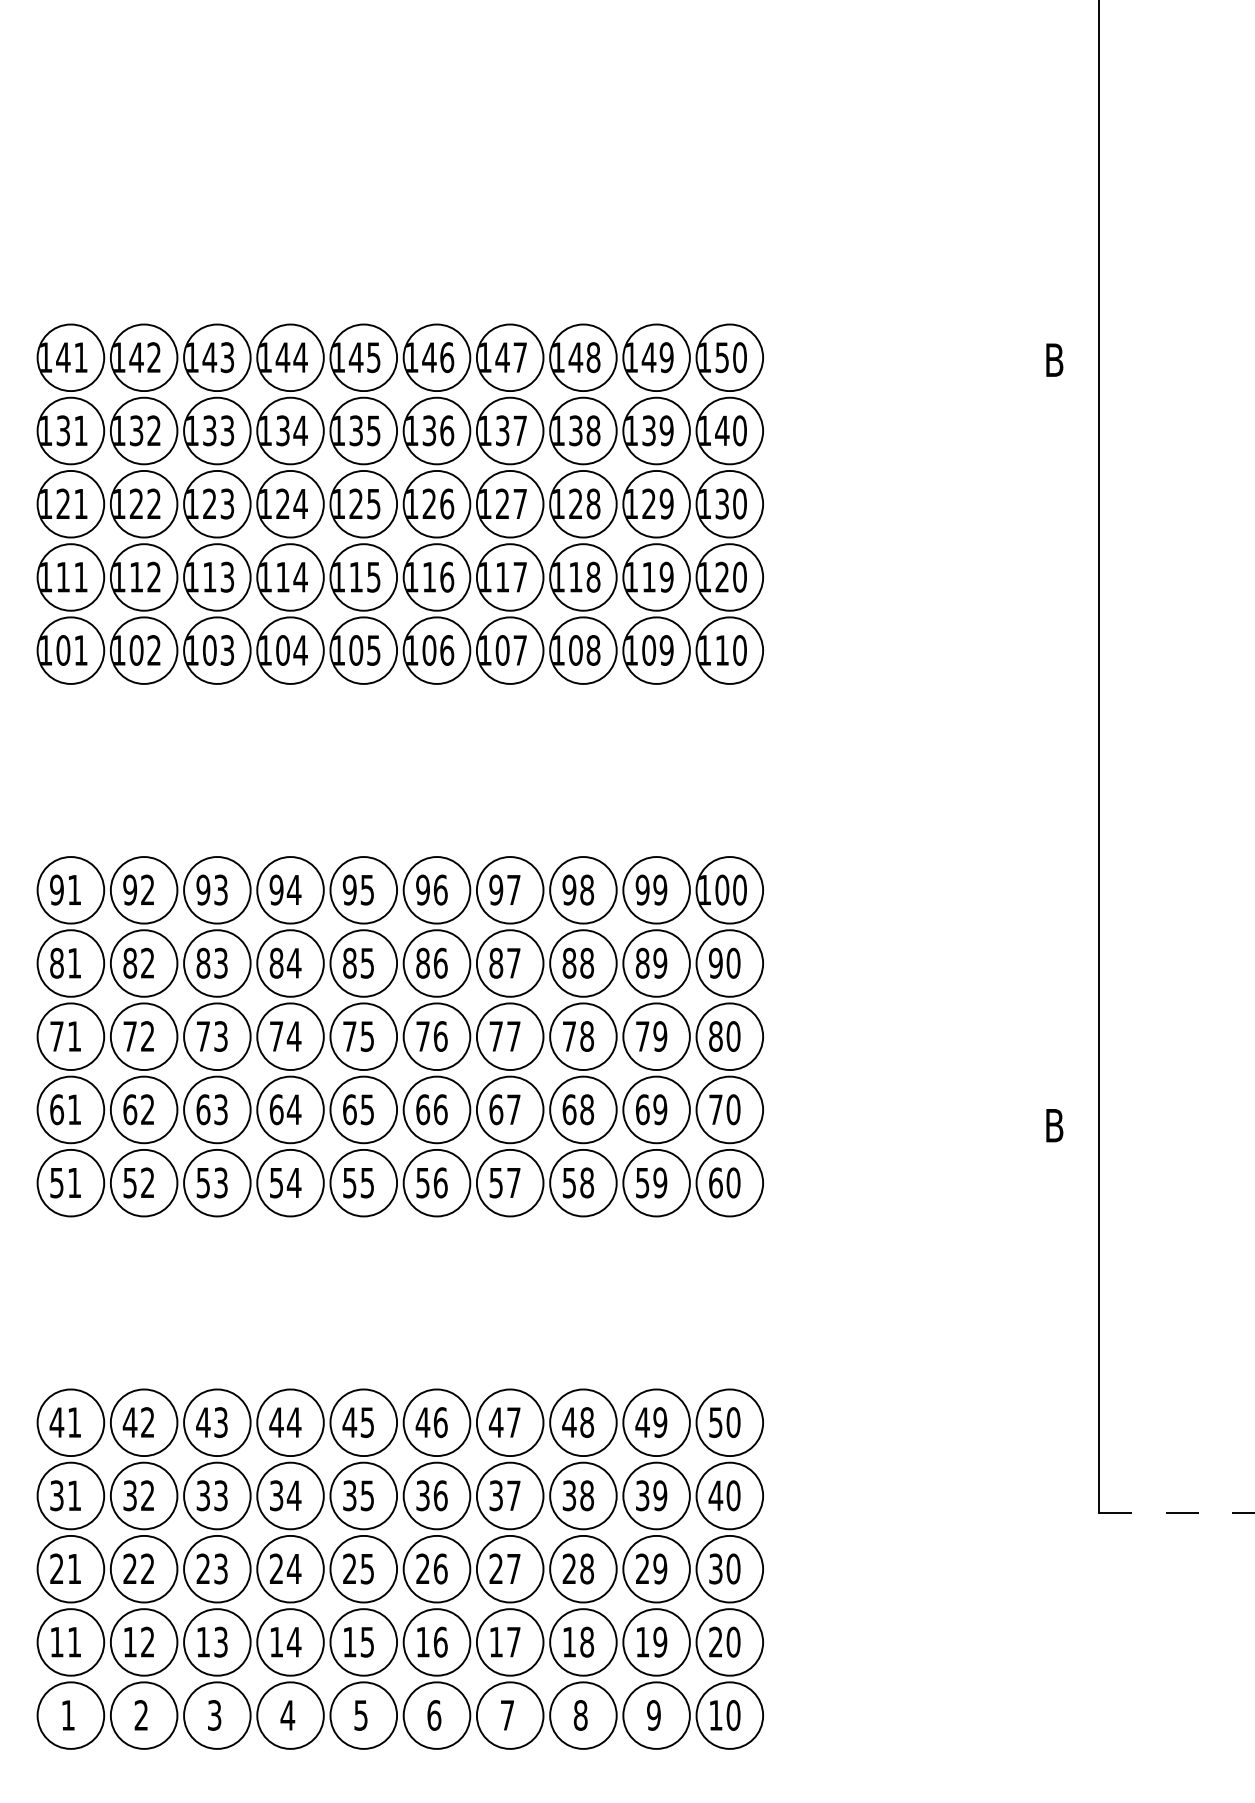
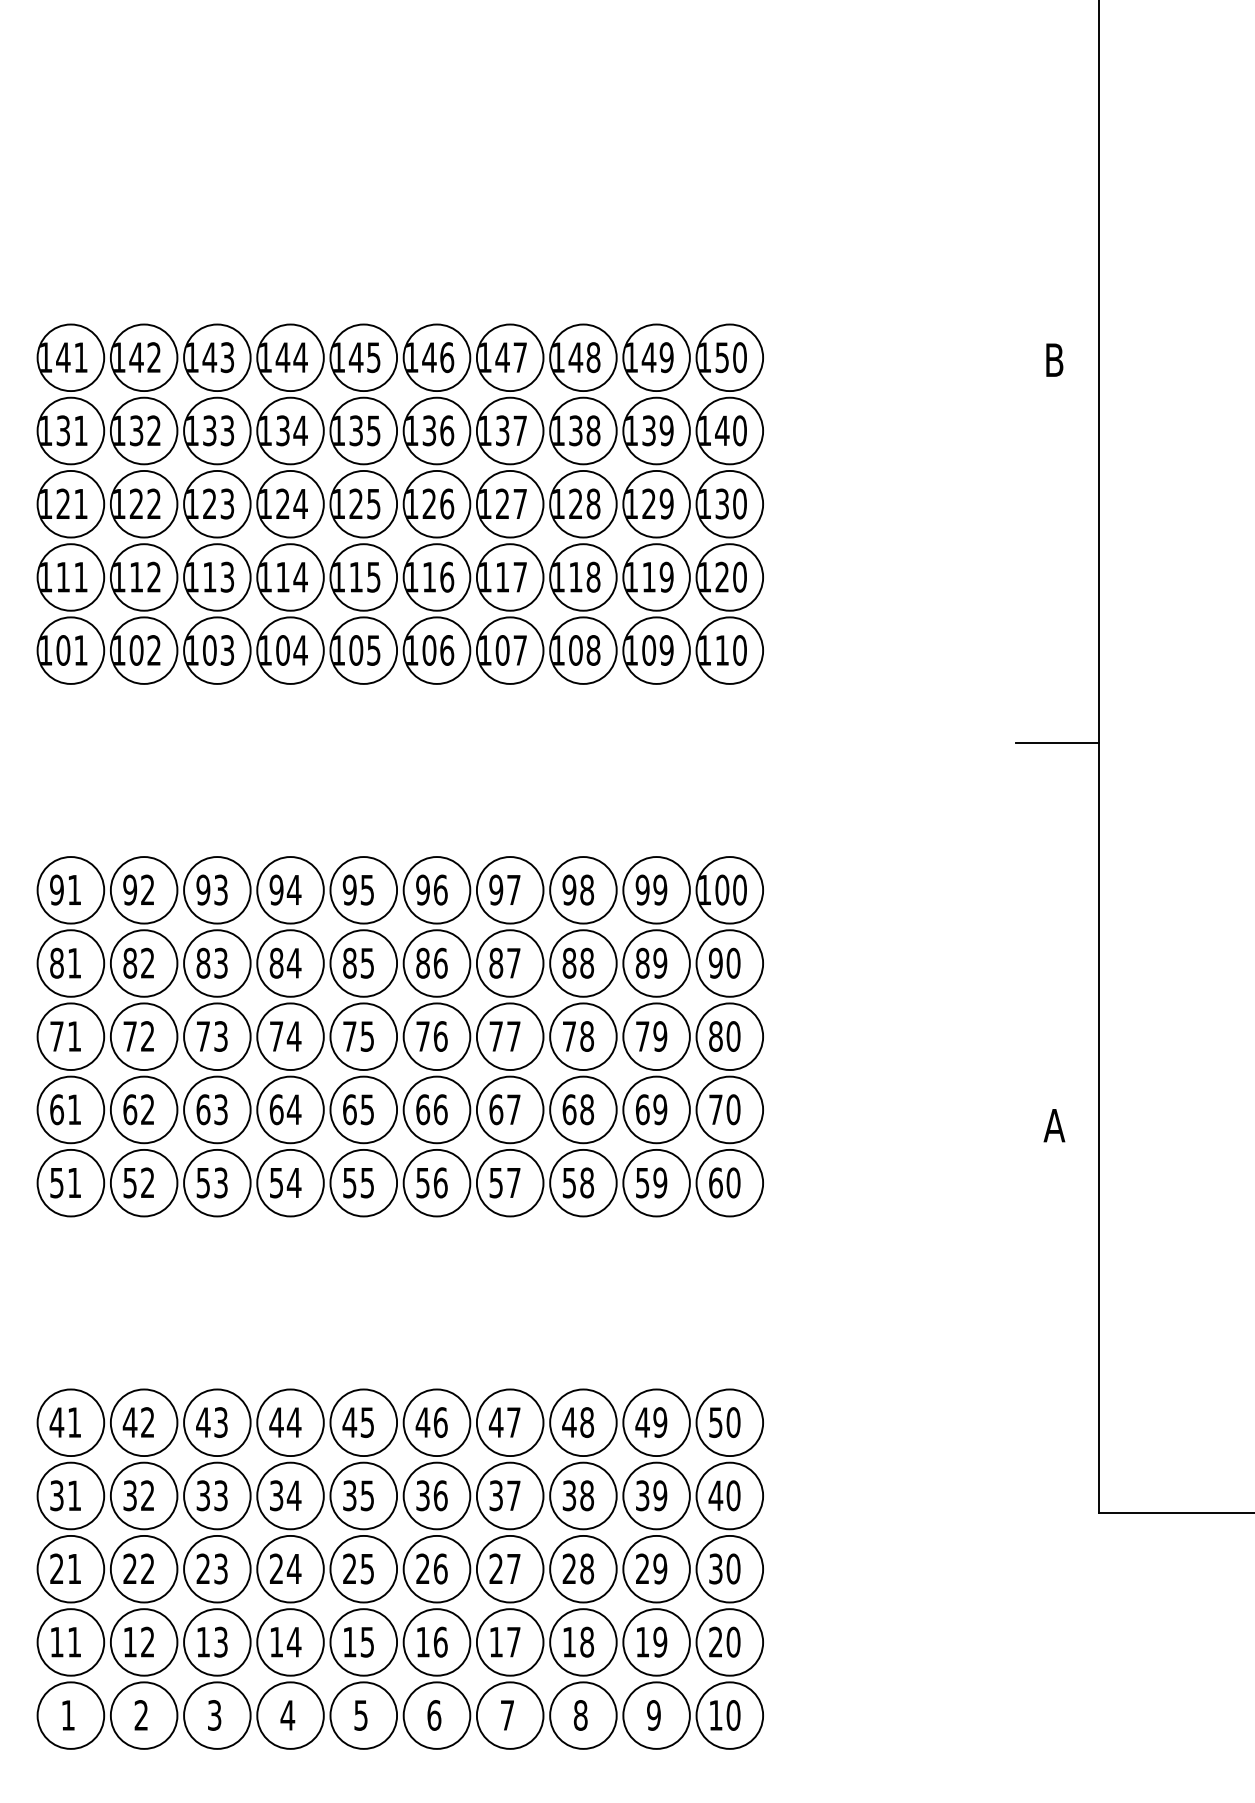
line at (1056, 742): none -> present
text at (1054, 1125): B -> A
line at (1176, 1512): dashed -> solid
